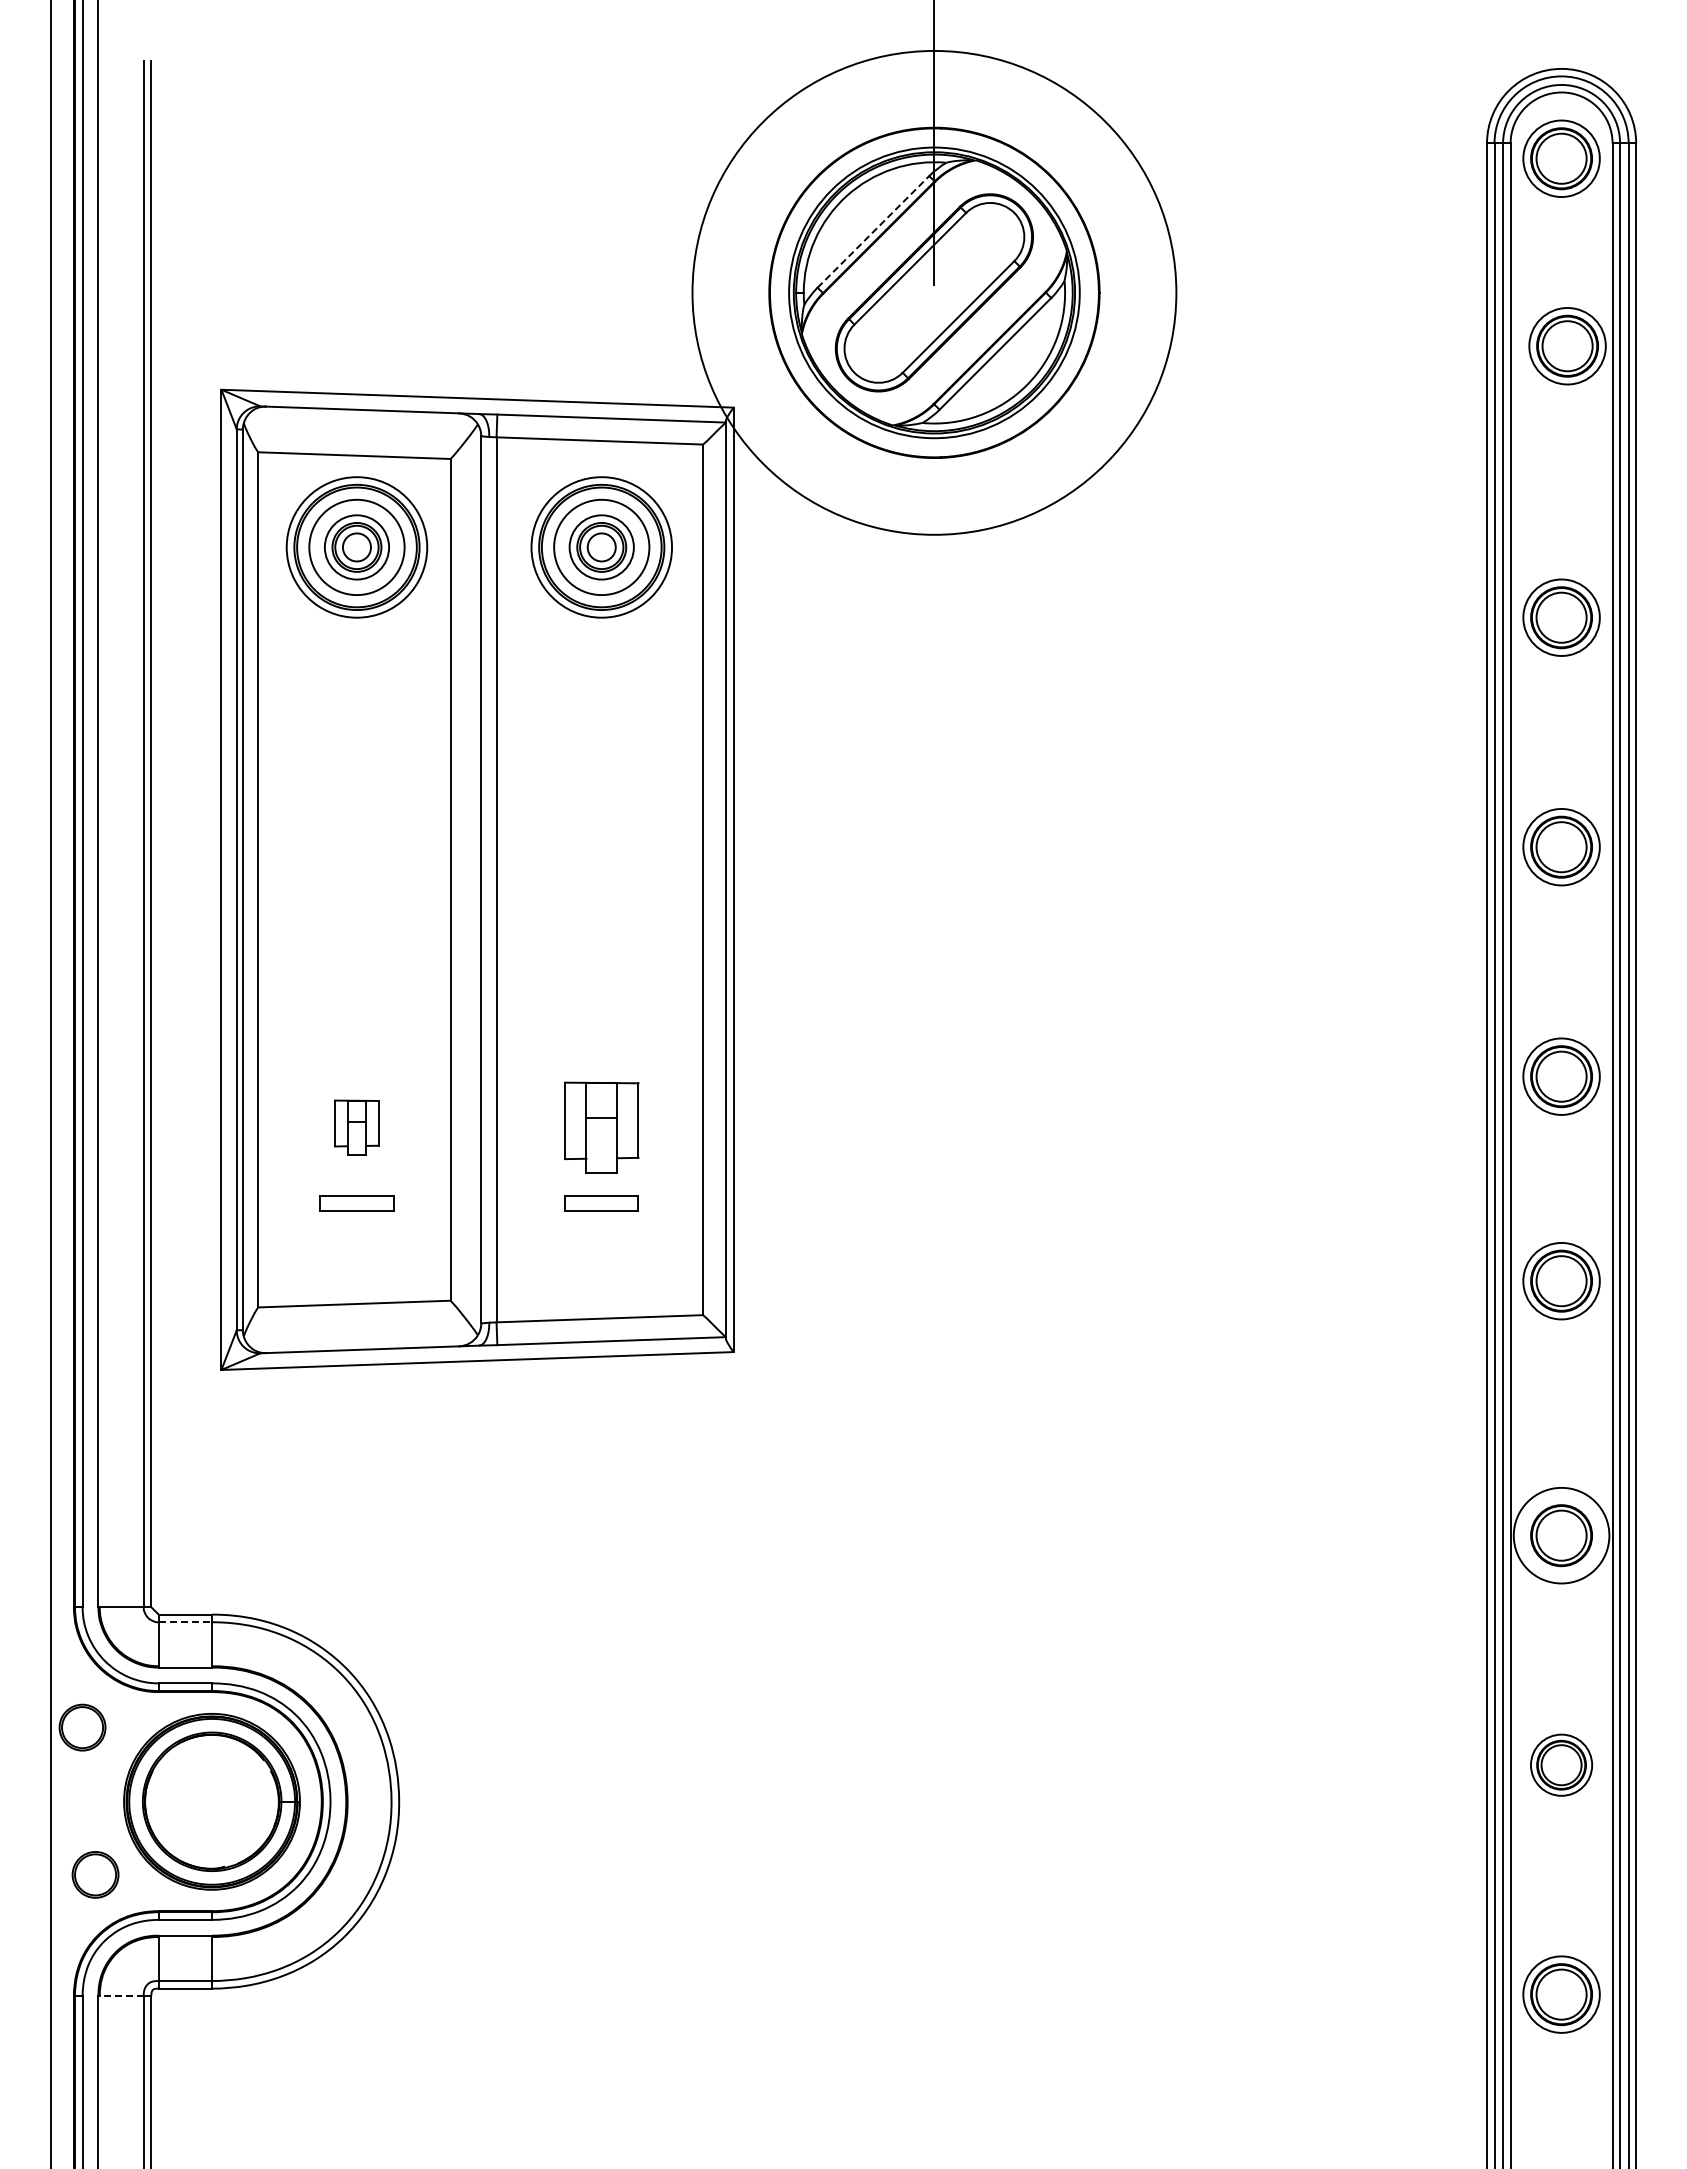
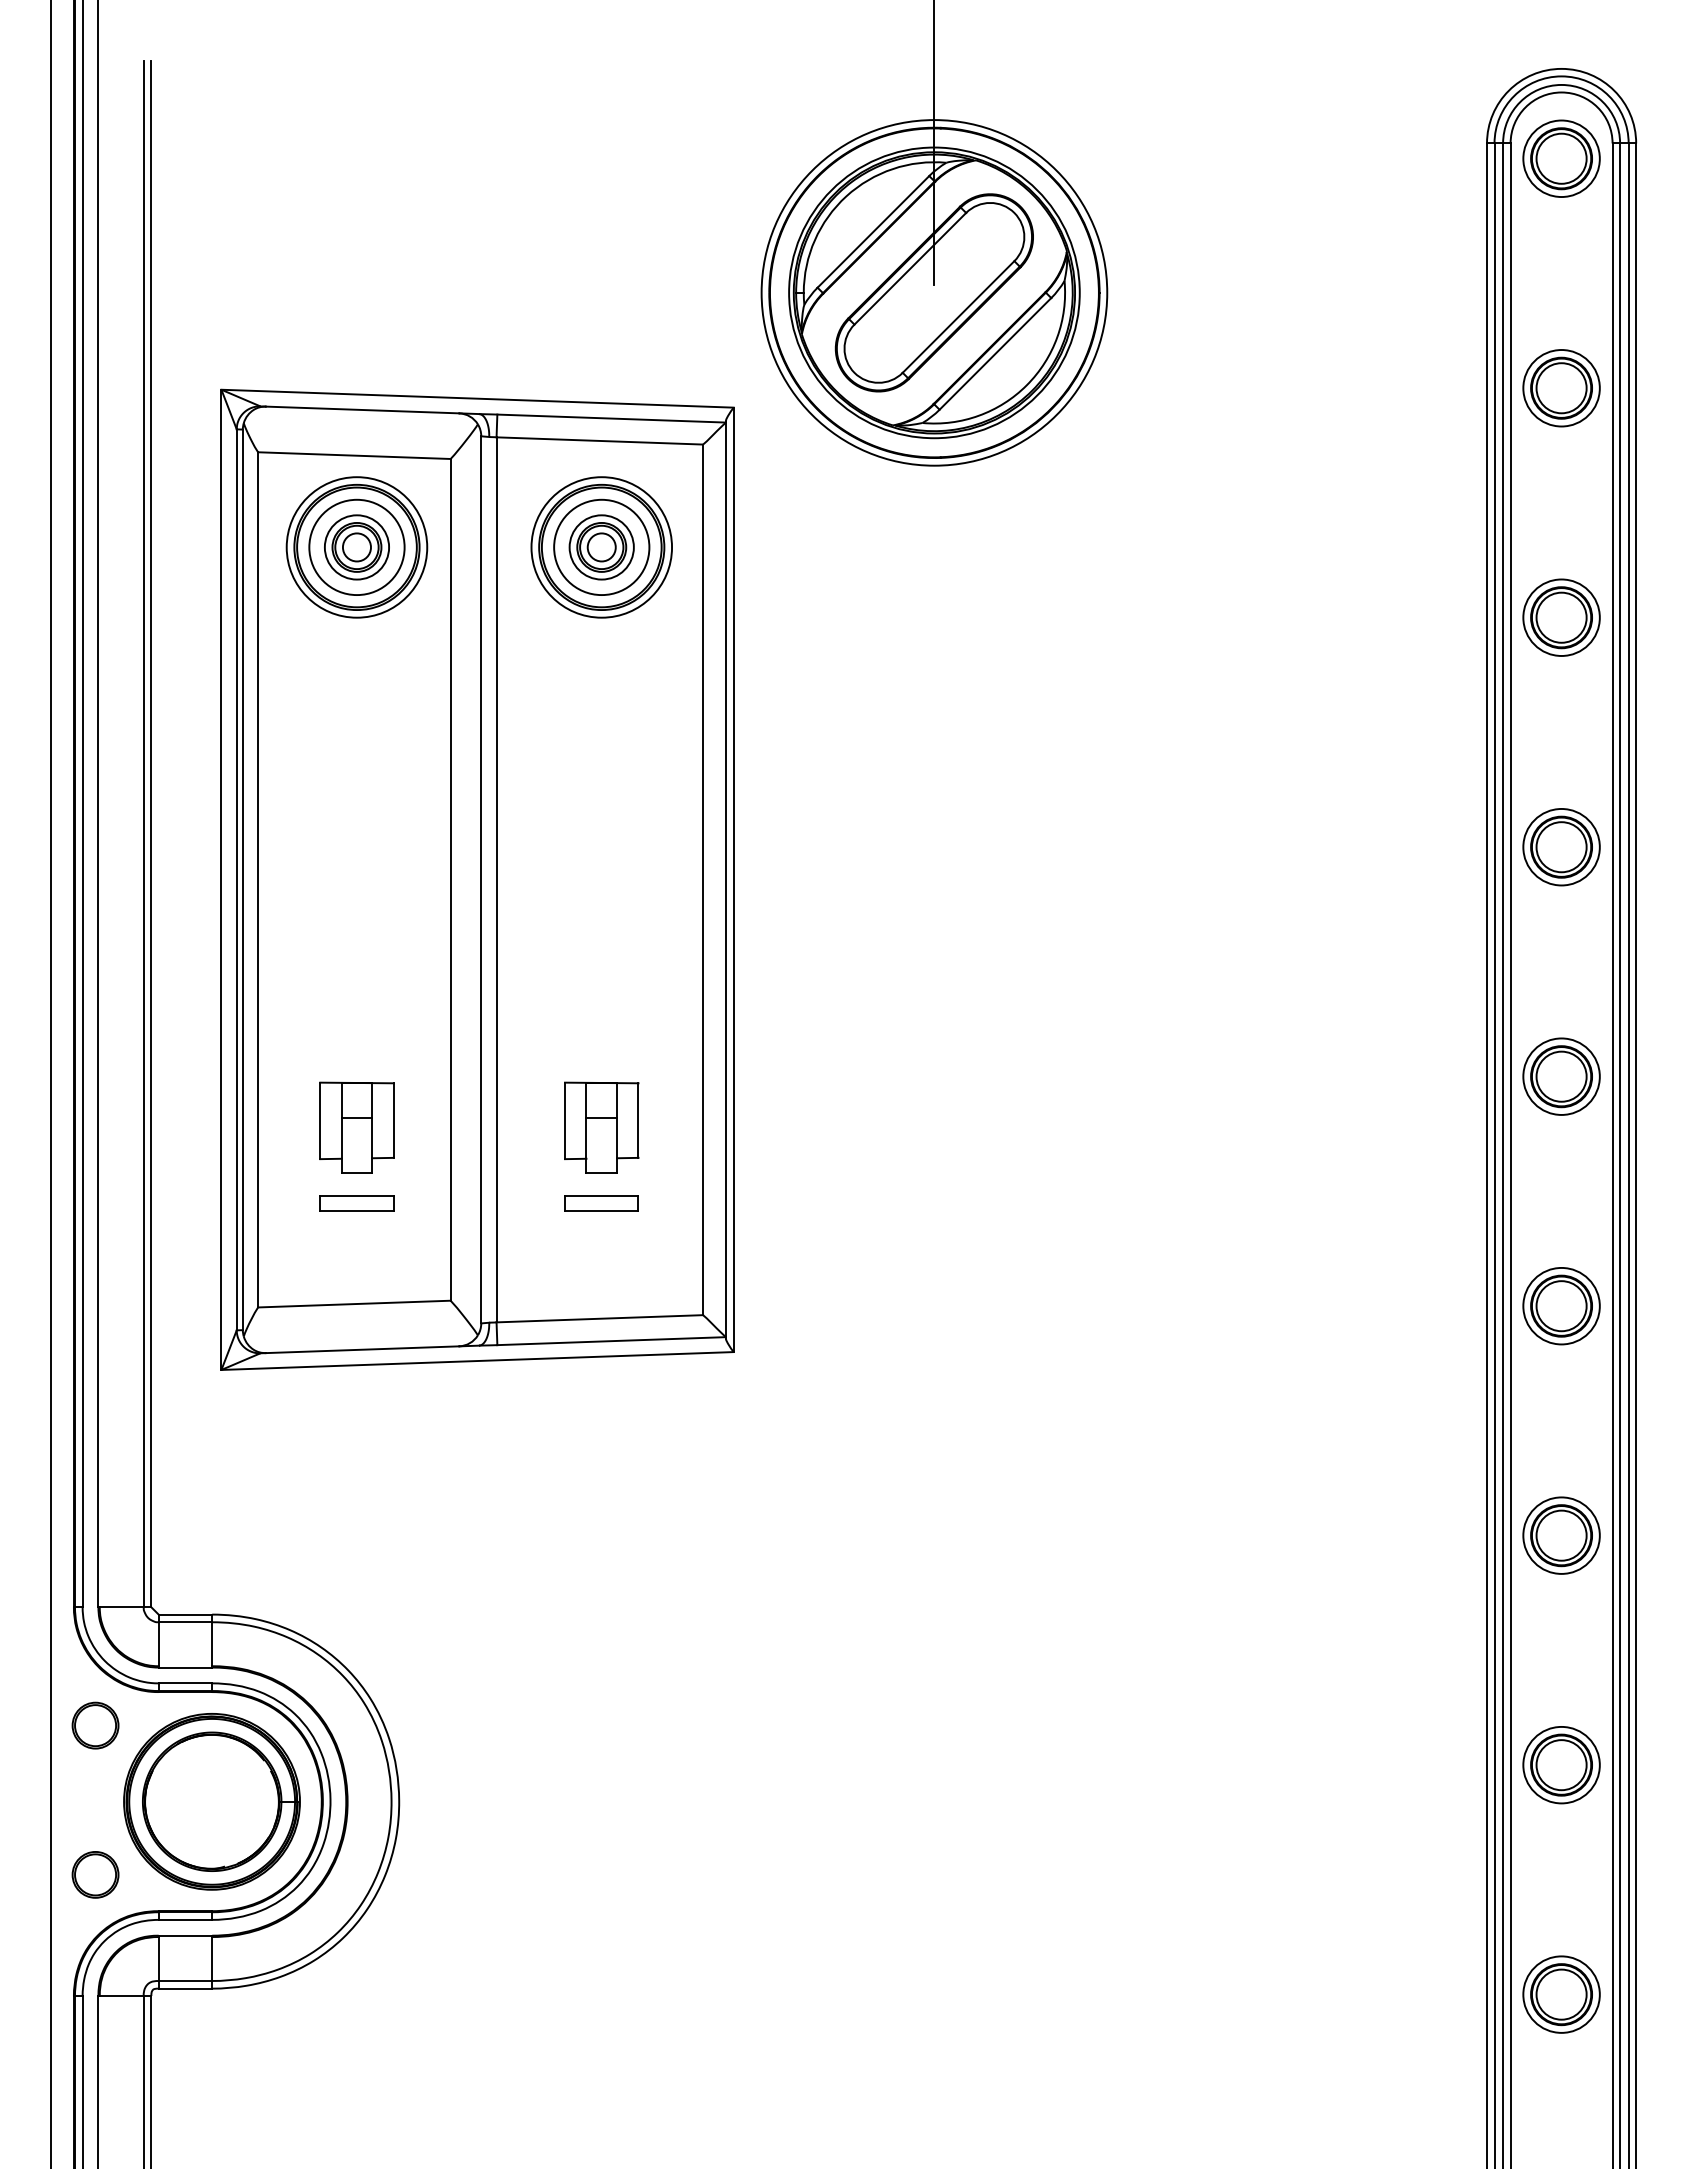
line at (873, 231): dashed -> solid
circle at (934, 292) diameter: 484 px -> 346 px
part at (1567, 346) position: (1567, 346) -> (1561, 388)
part at (356, 1127) size: 46x57 px -> 76x93 px
part at (1561, 1281) position: (1561, 1281) -> (1561, 1306)
circle at (1561, 1535) diameter: 96 px -> 76 px
line at (185, 1622): dashed -> solid
part at (82, 1727) position: (82, 1727) -> (95, 1725)
part at (1561, 1764) size: 64x64 px -> 79x79 px
line at (121, 1995): dashed -> solid
